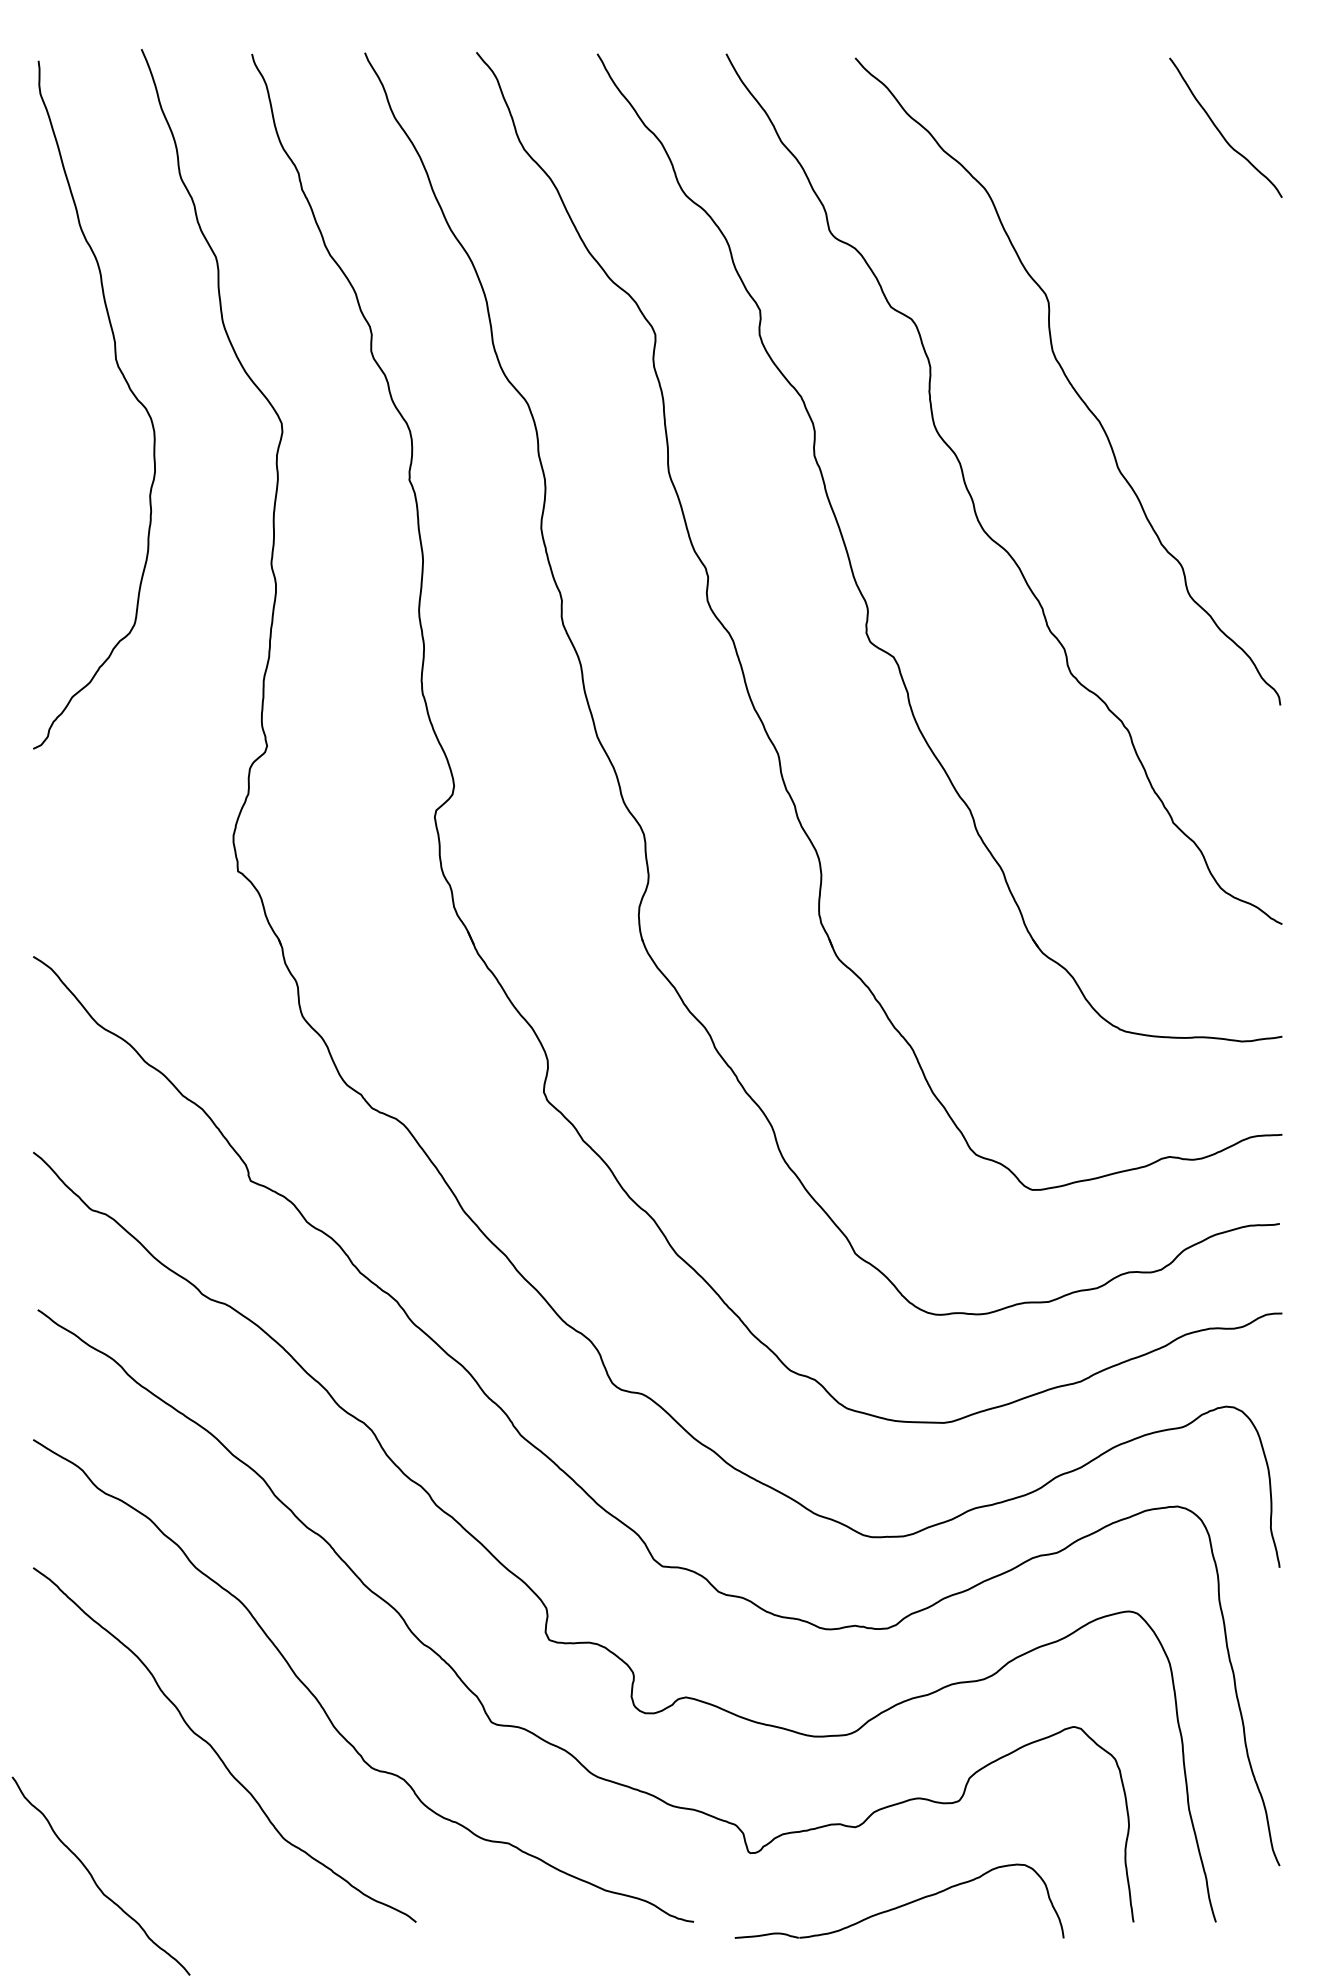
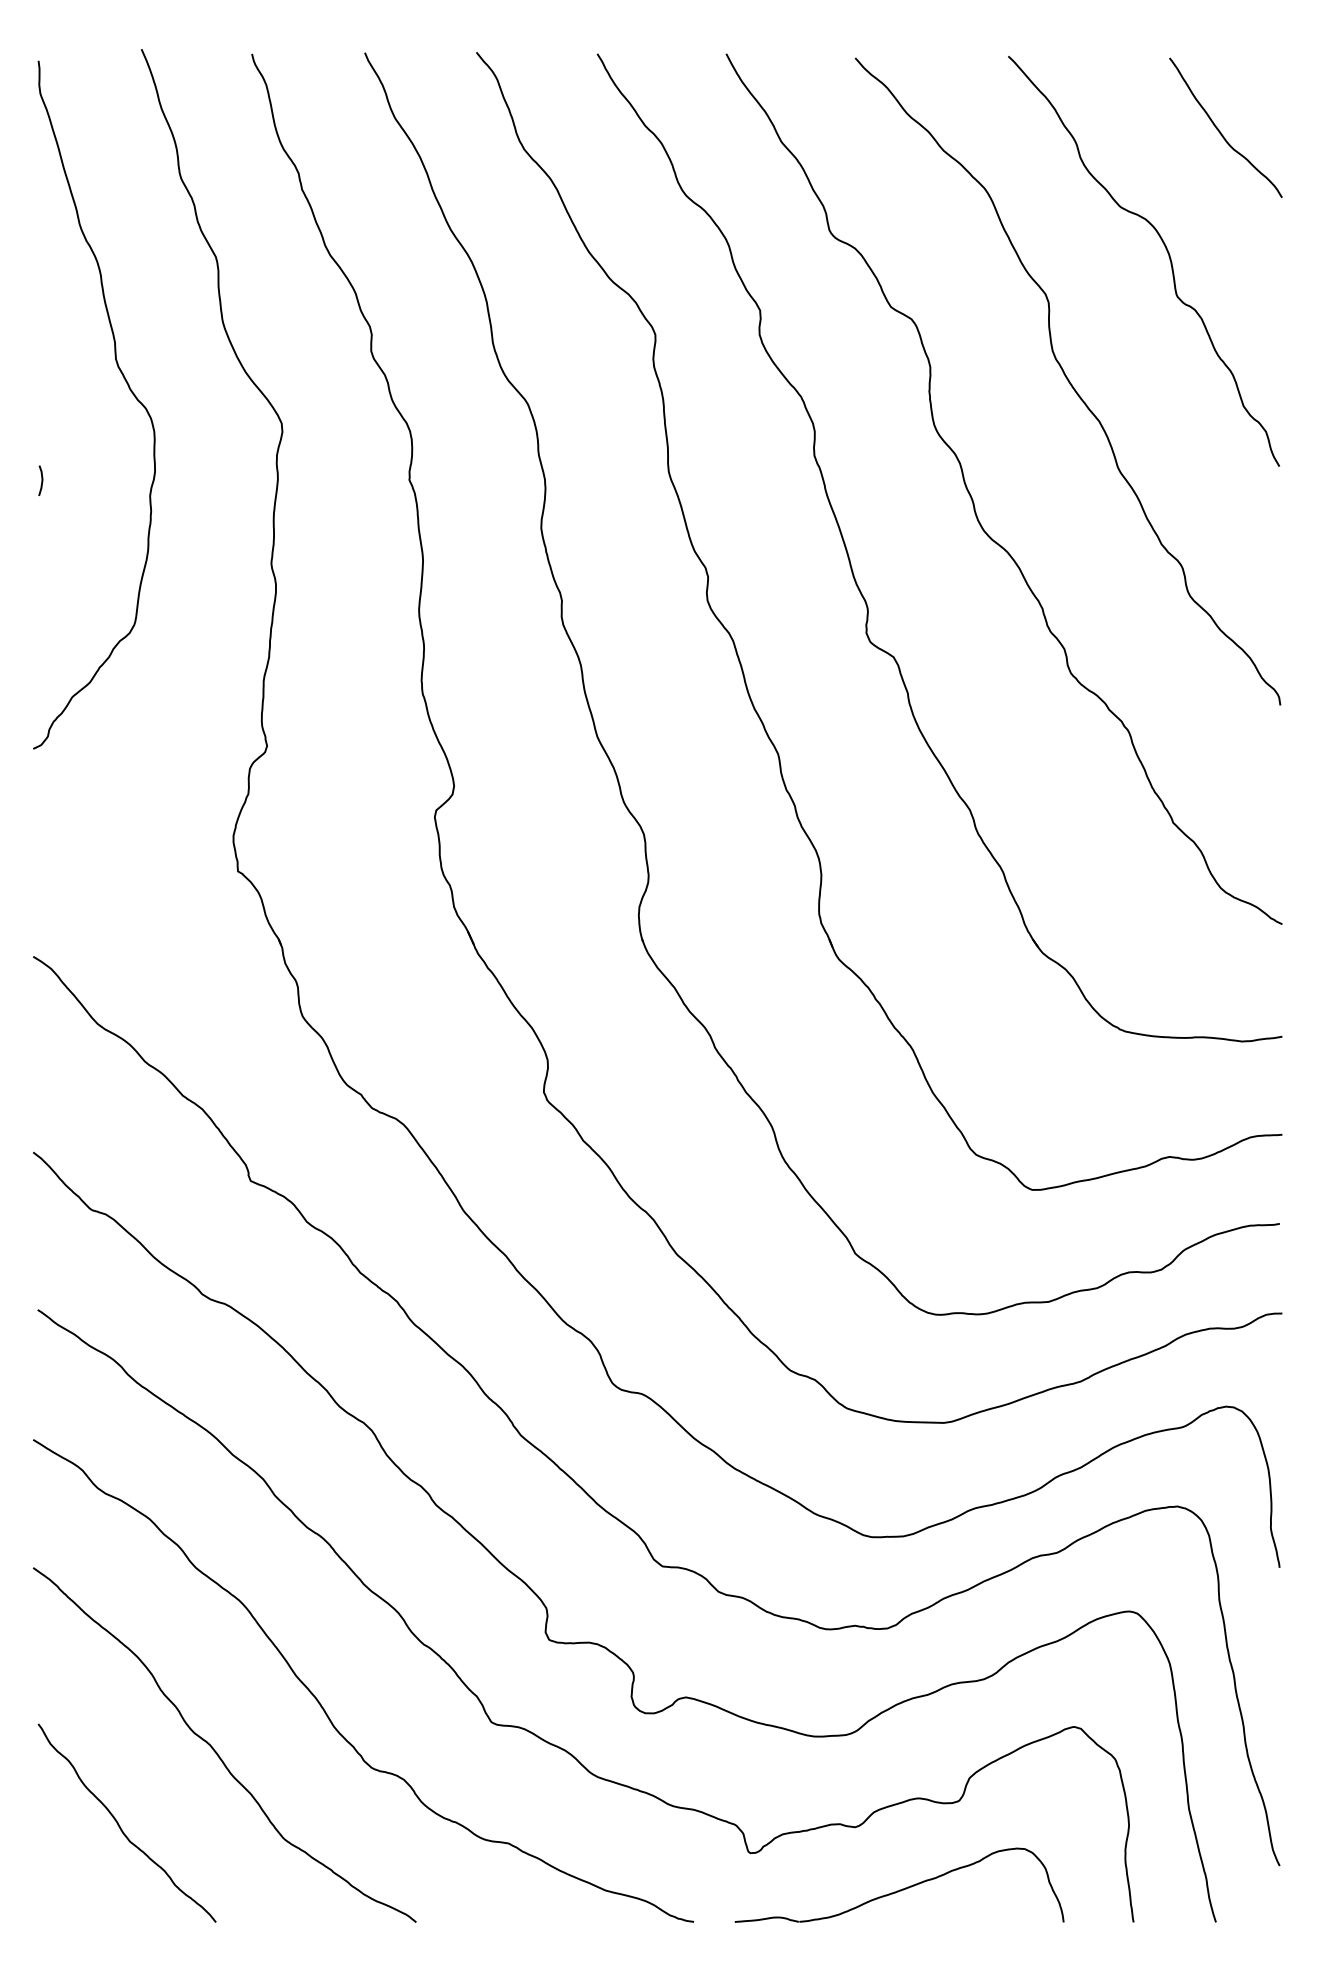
curve at (1166, 251): none -> present
line at (41, 480): none -> present
curve at (95, 1880) position: (95, 1880) -> (121, 1827)
part at (899, 1900) position: (899, 1900) -> (899, 1884)
